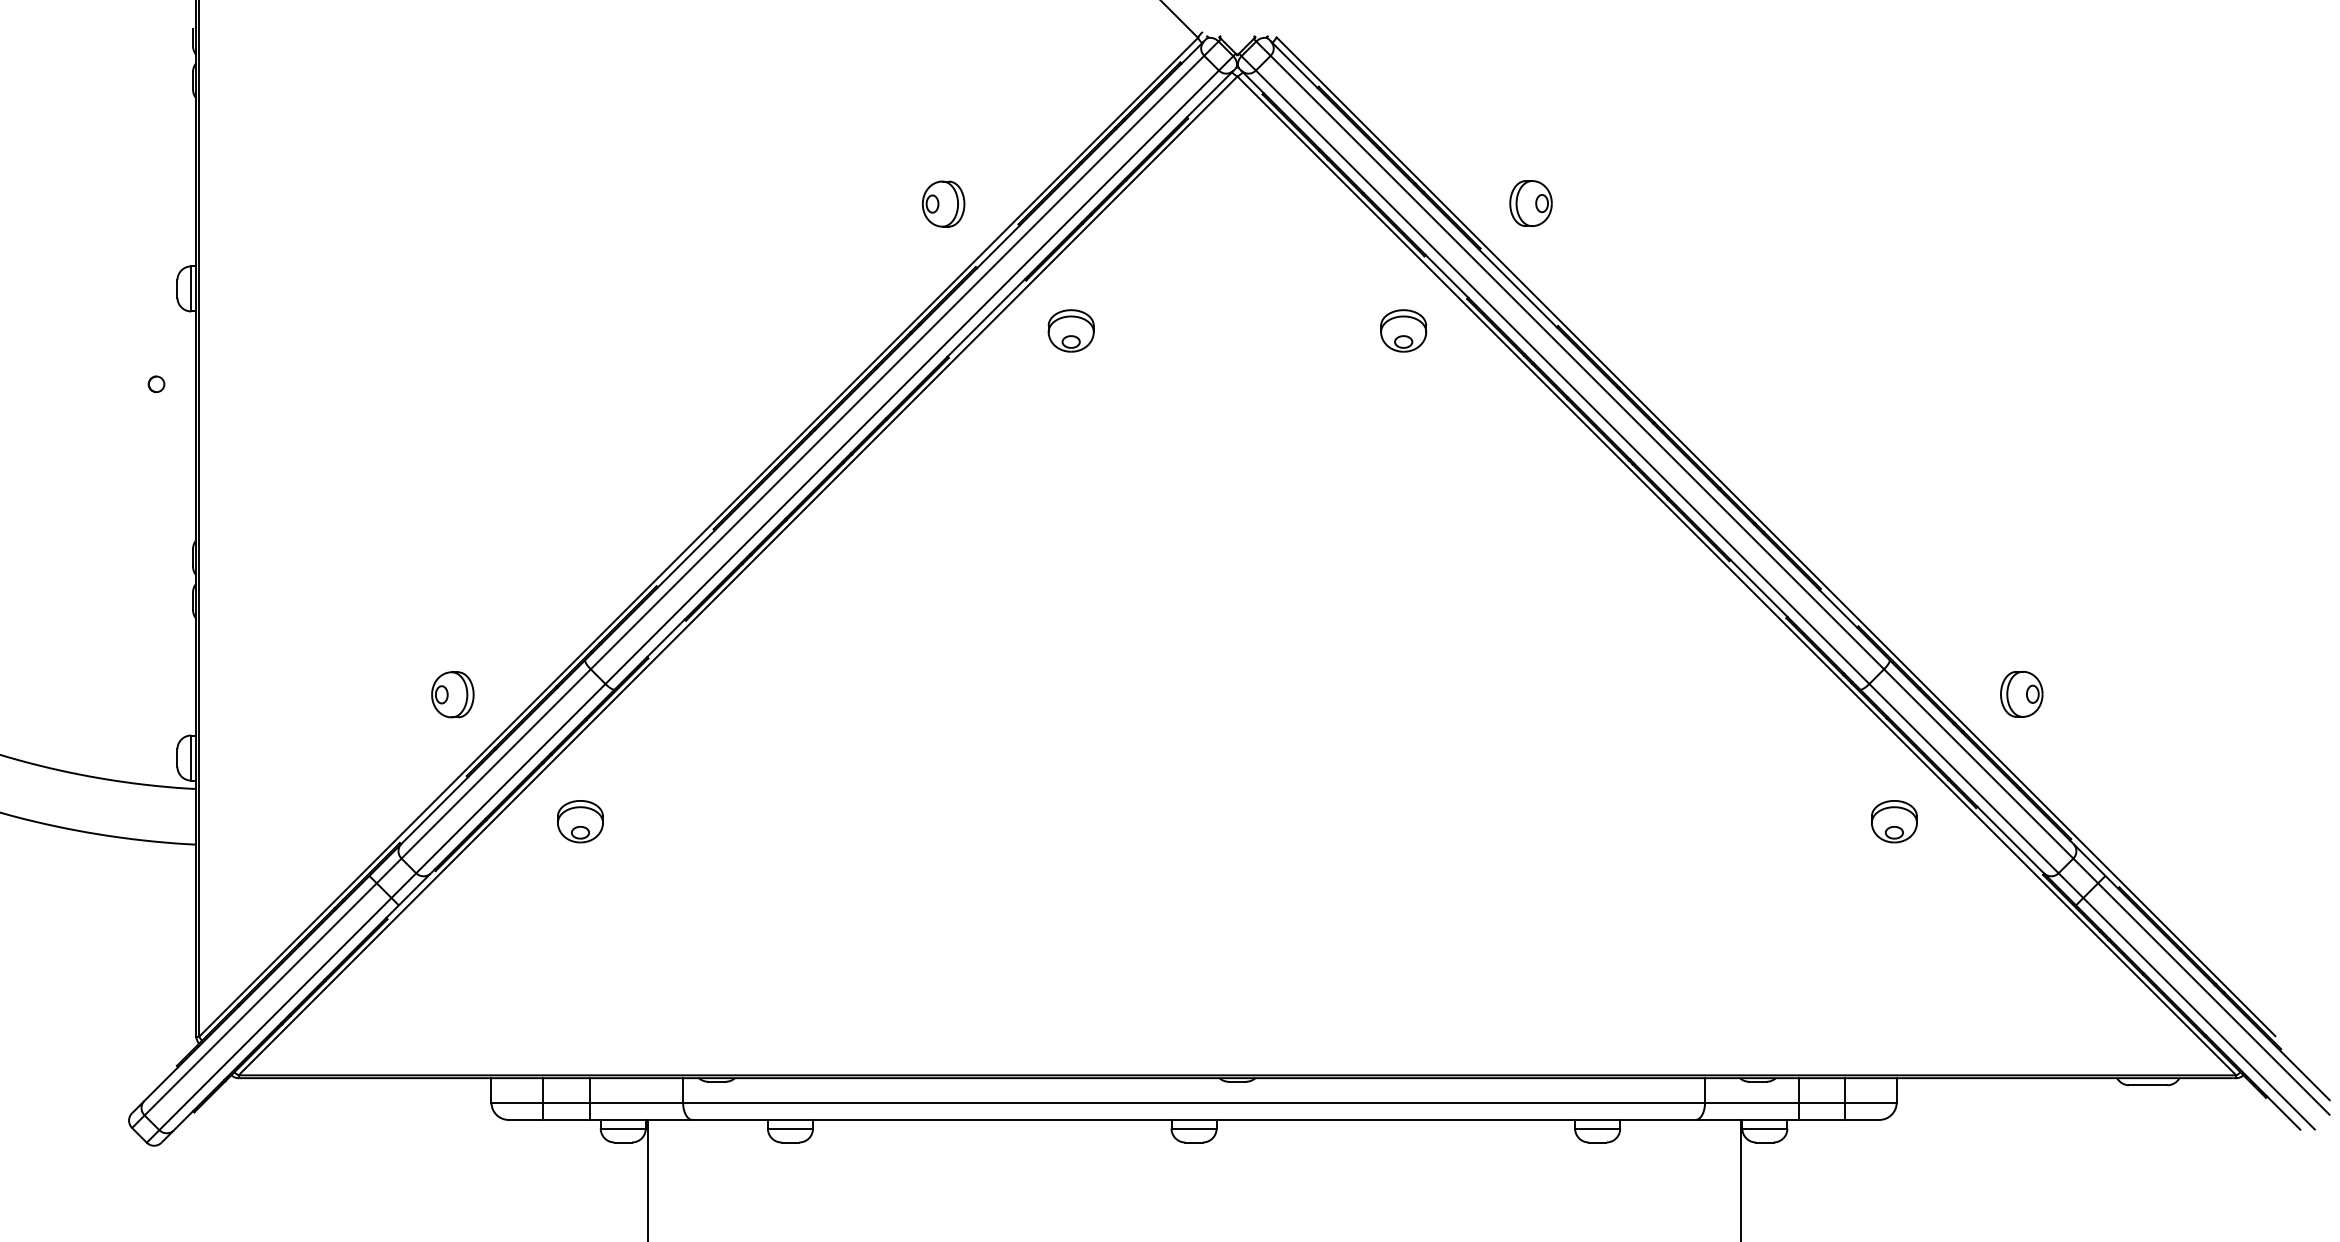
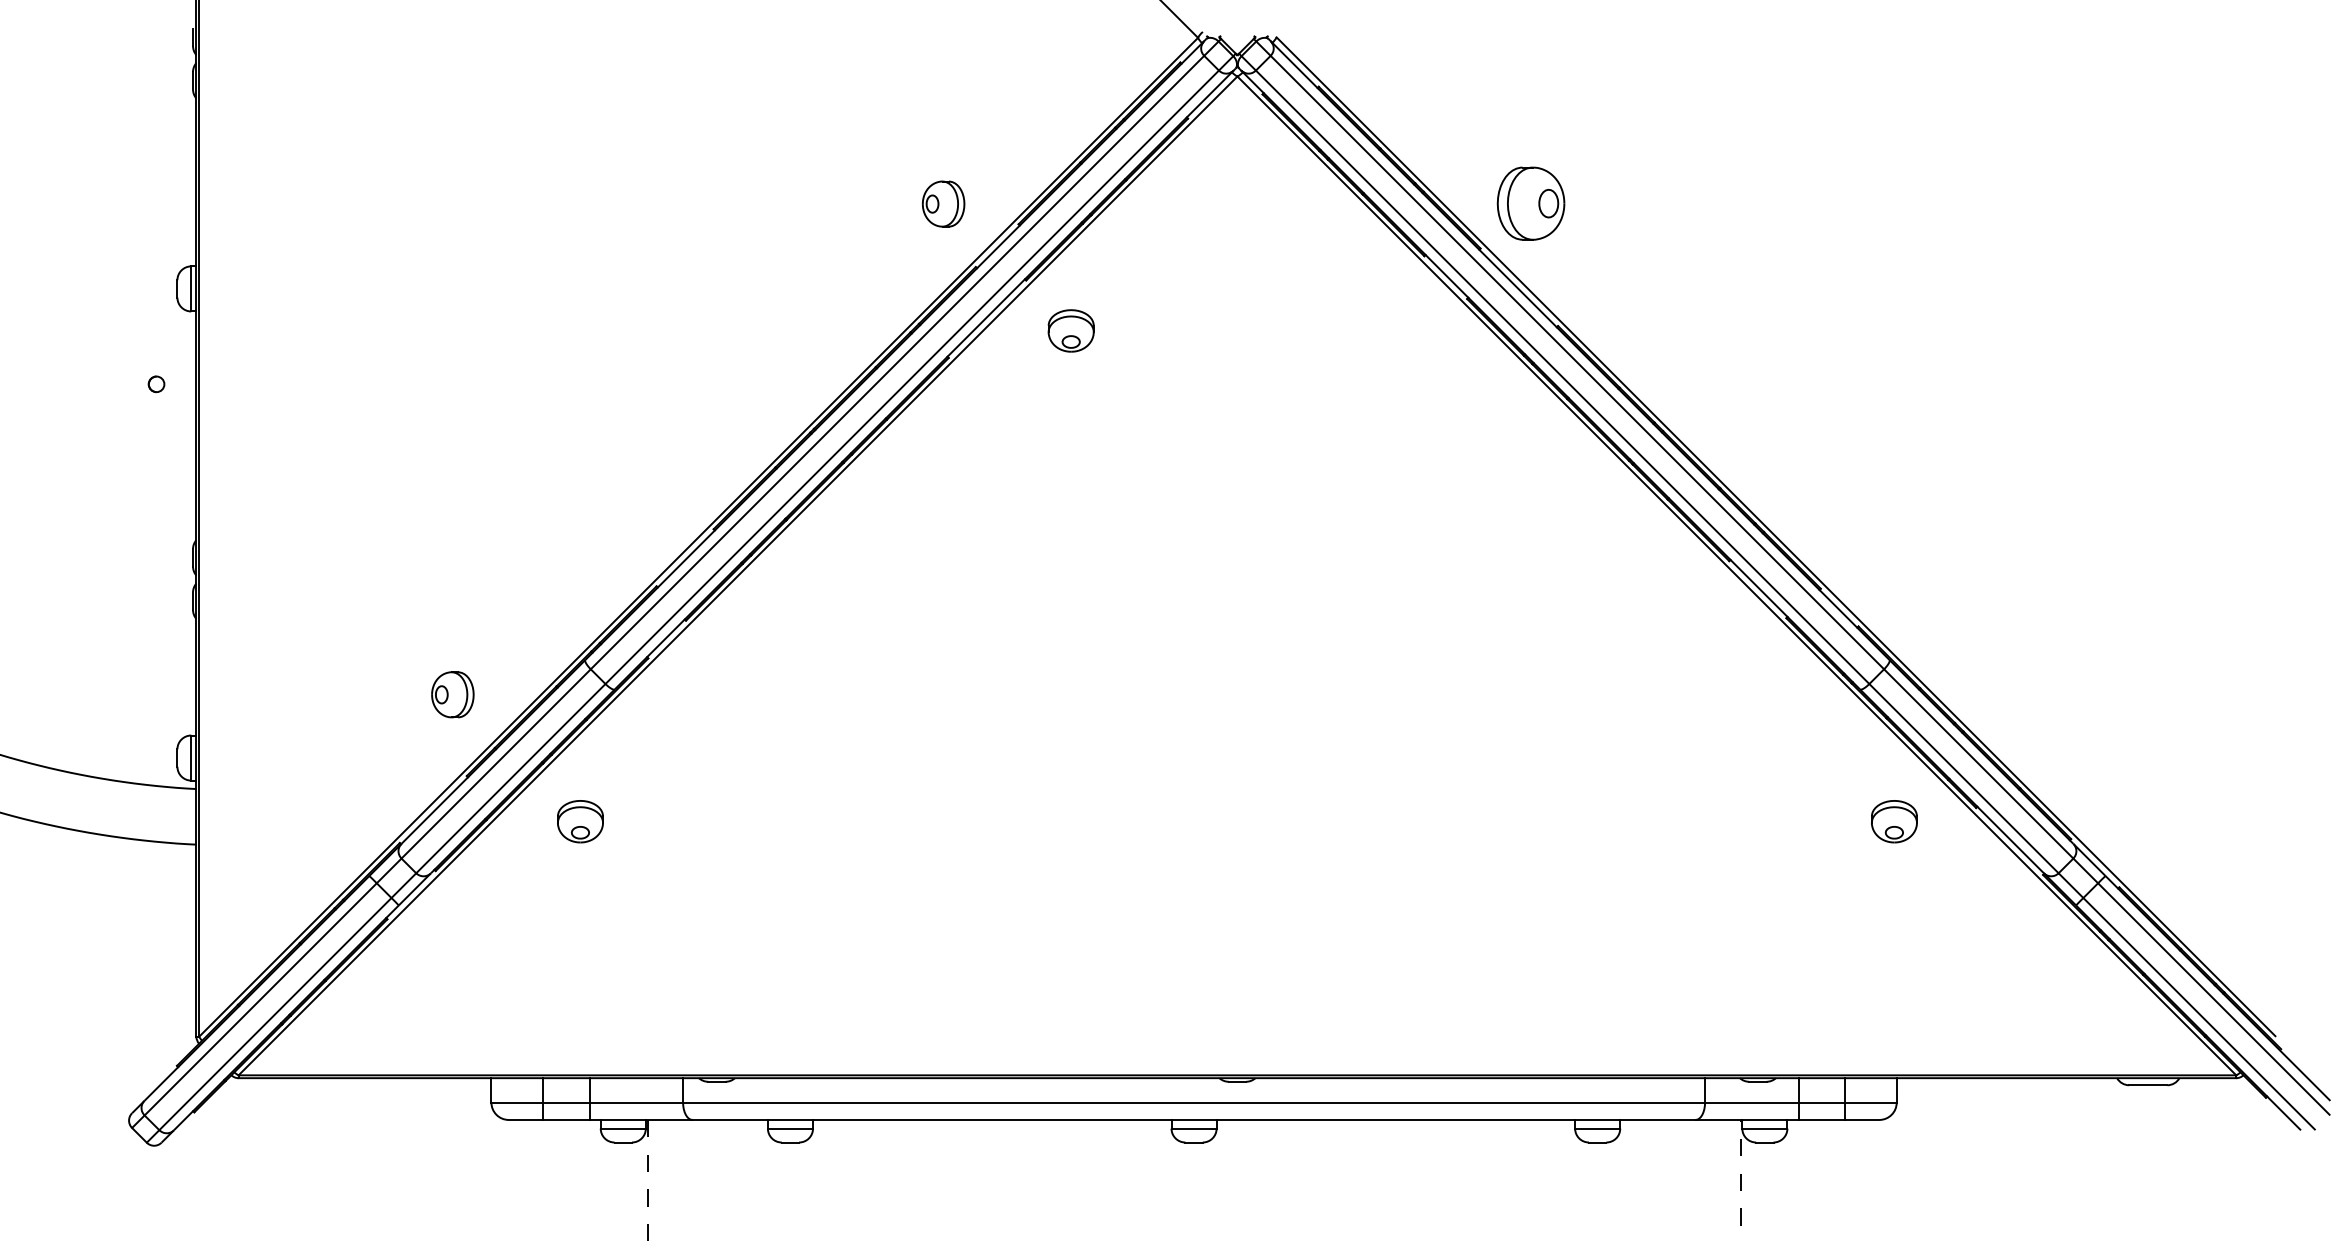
part at (1530, 203) size: 44x47 px -> 70x75 px
part at (1403, 330): present -> none
part at (2021, 693): present -> none
line at (647, 1180): solid -> dashed
line at (1740, 1180): solid -> dashed
